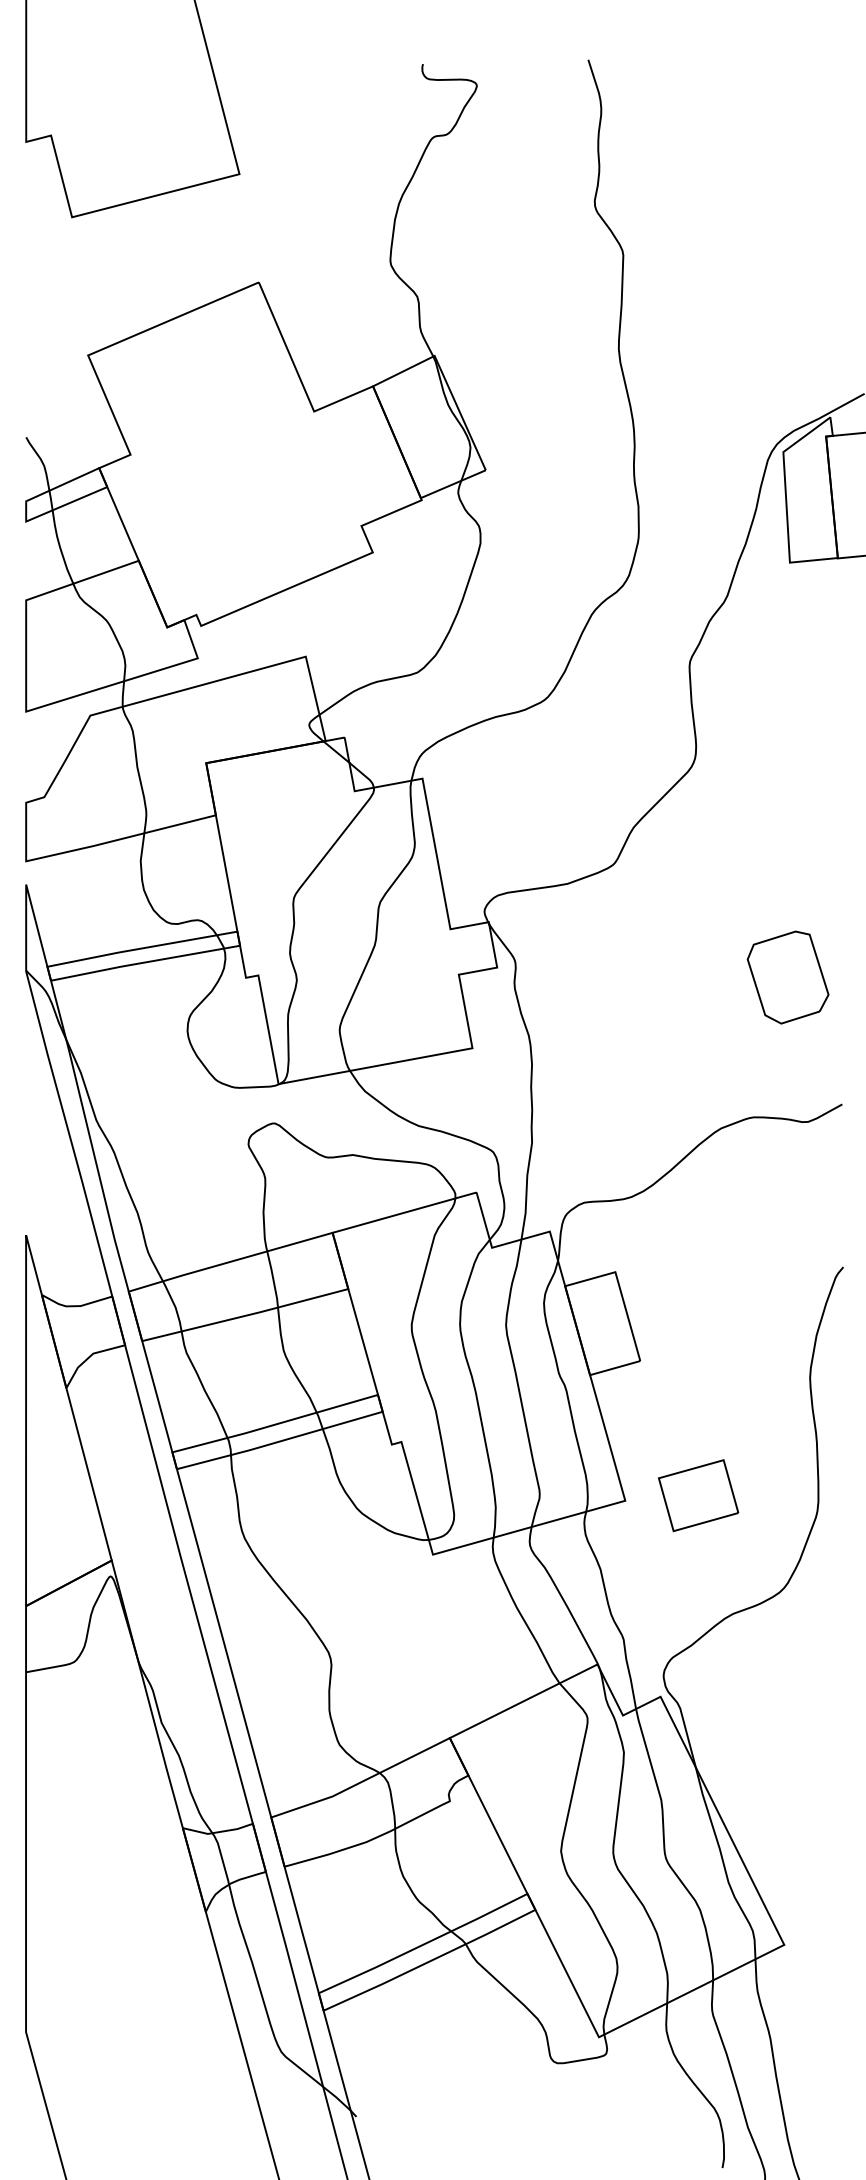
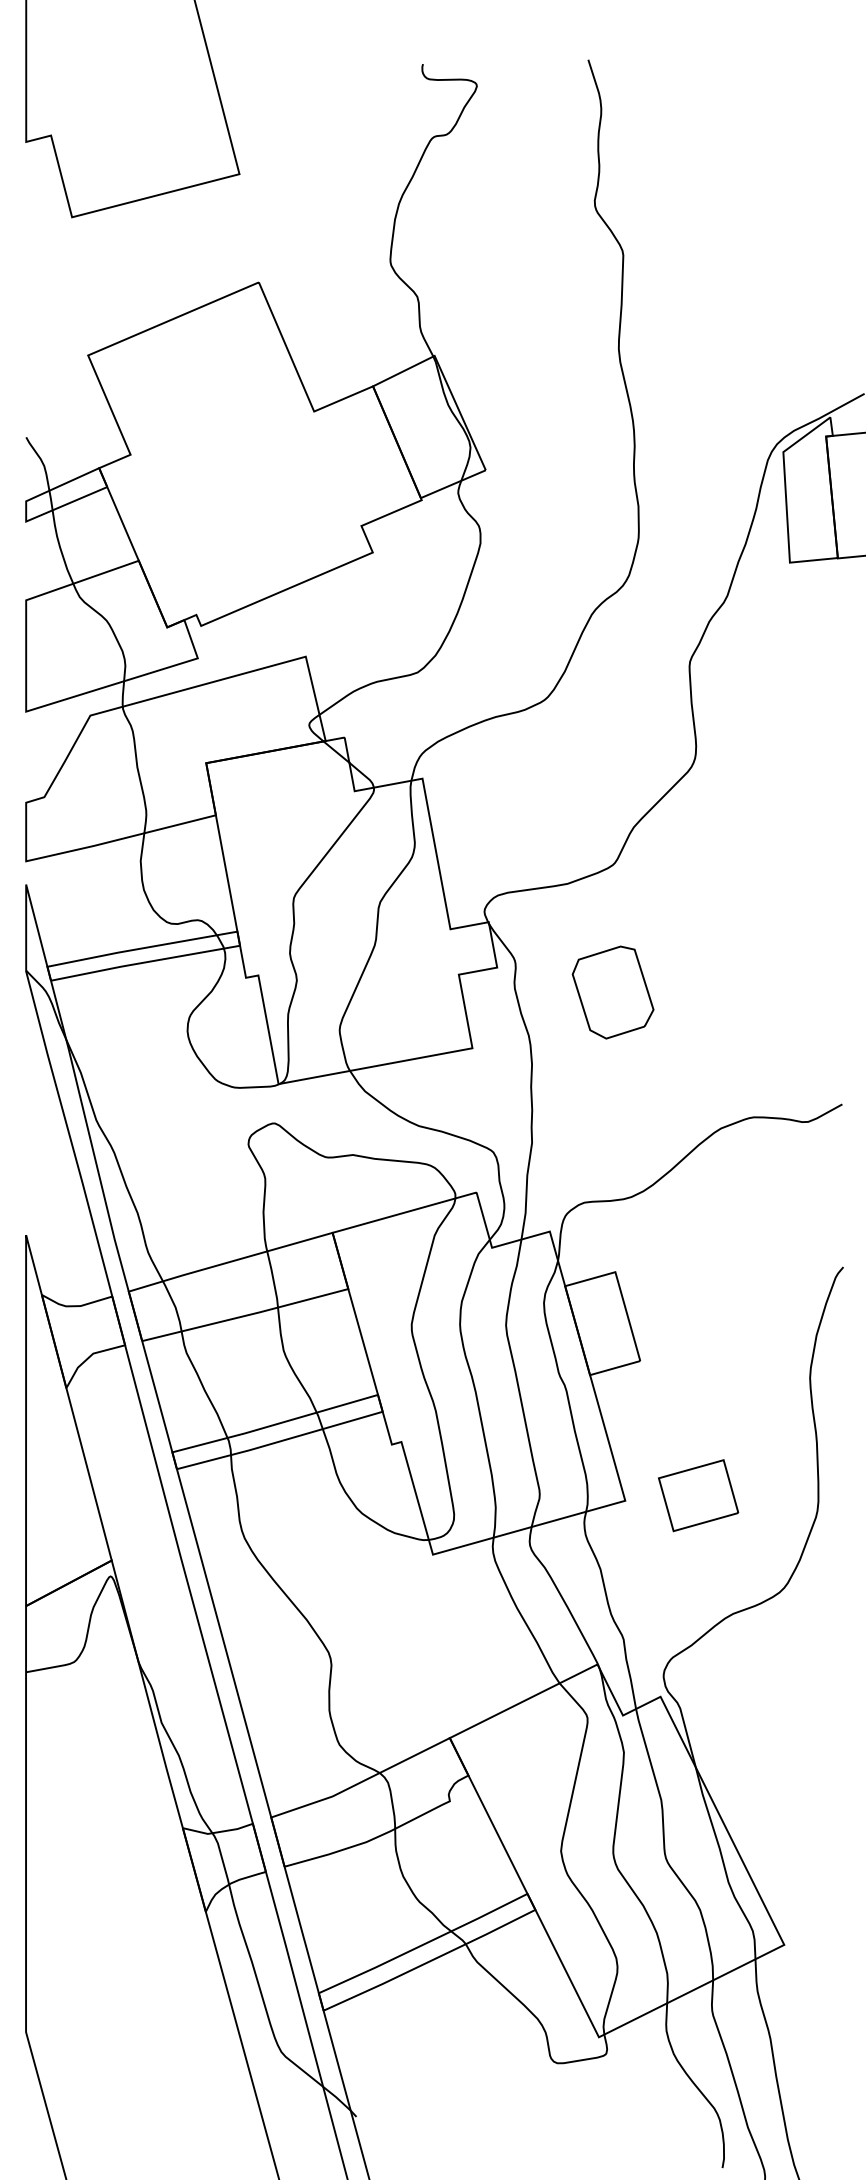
part at (787, 977) position: (787, 977) -> (612, 992)
